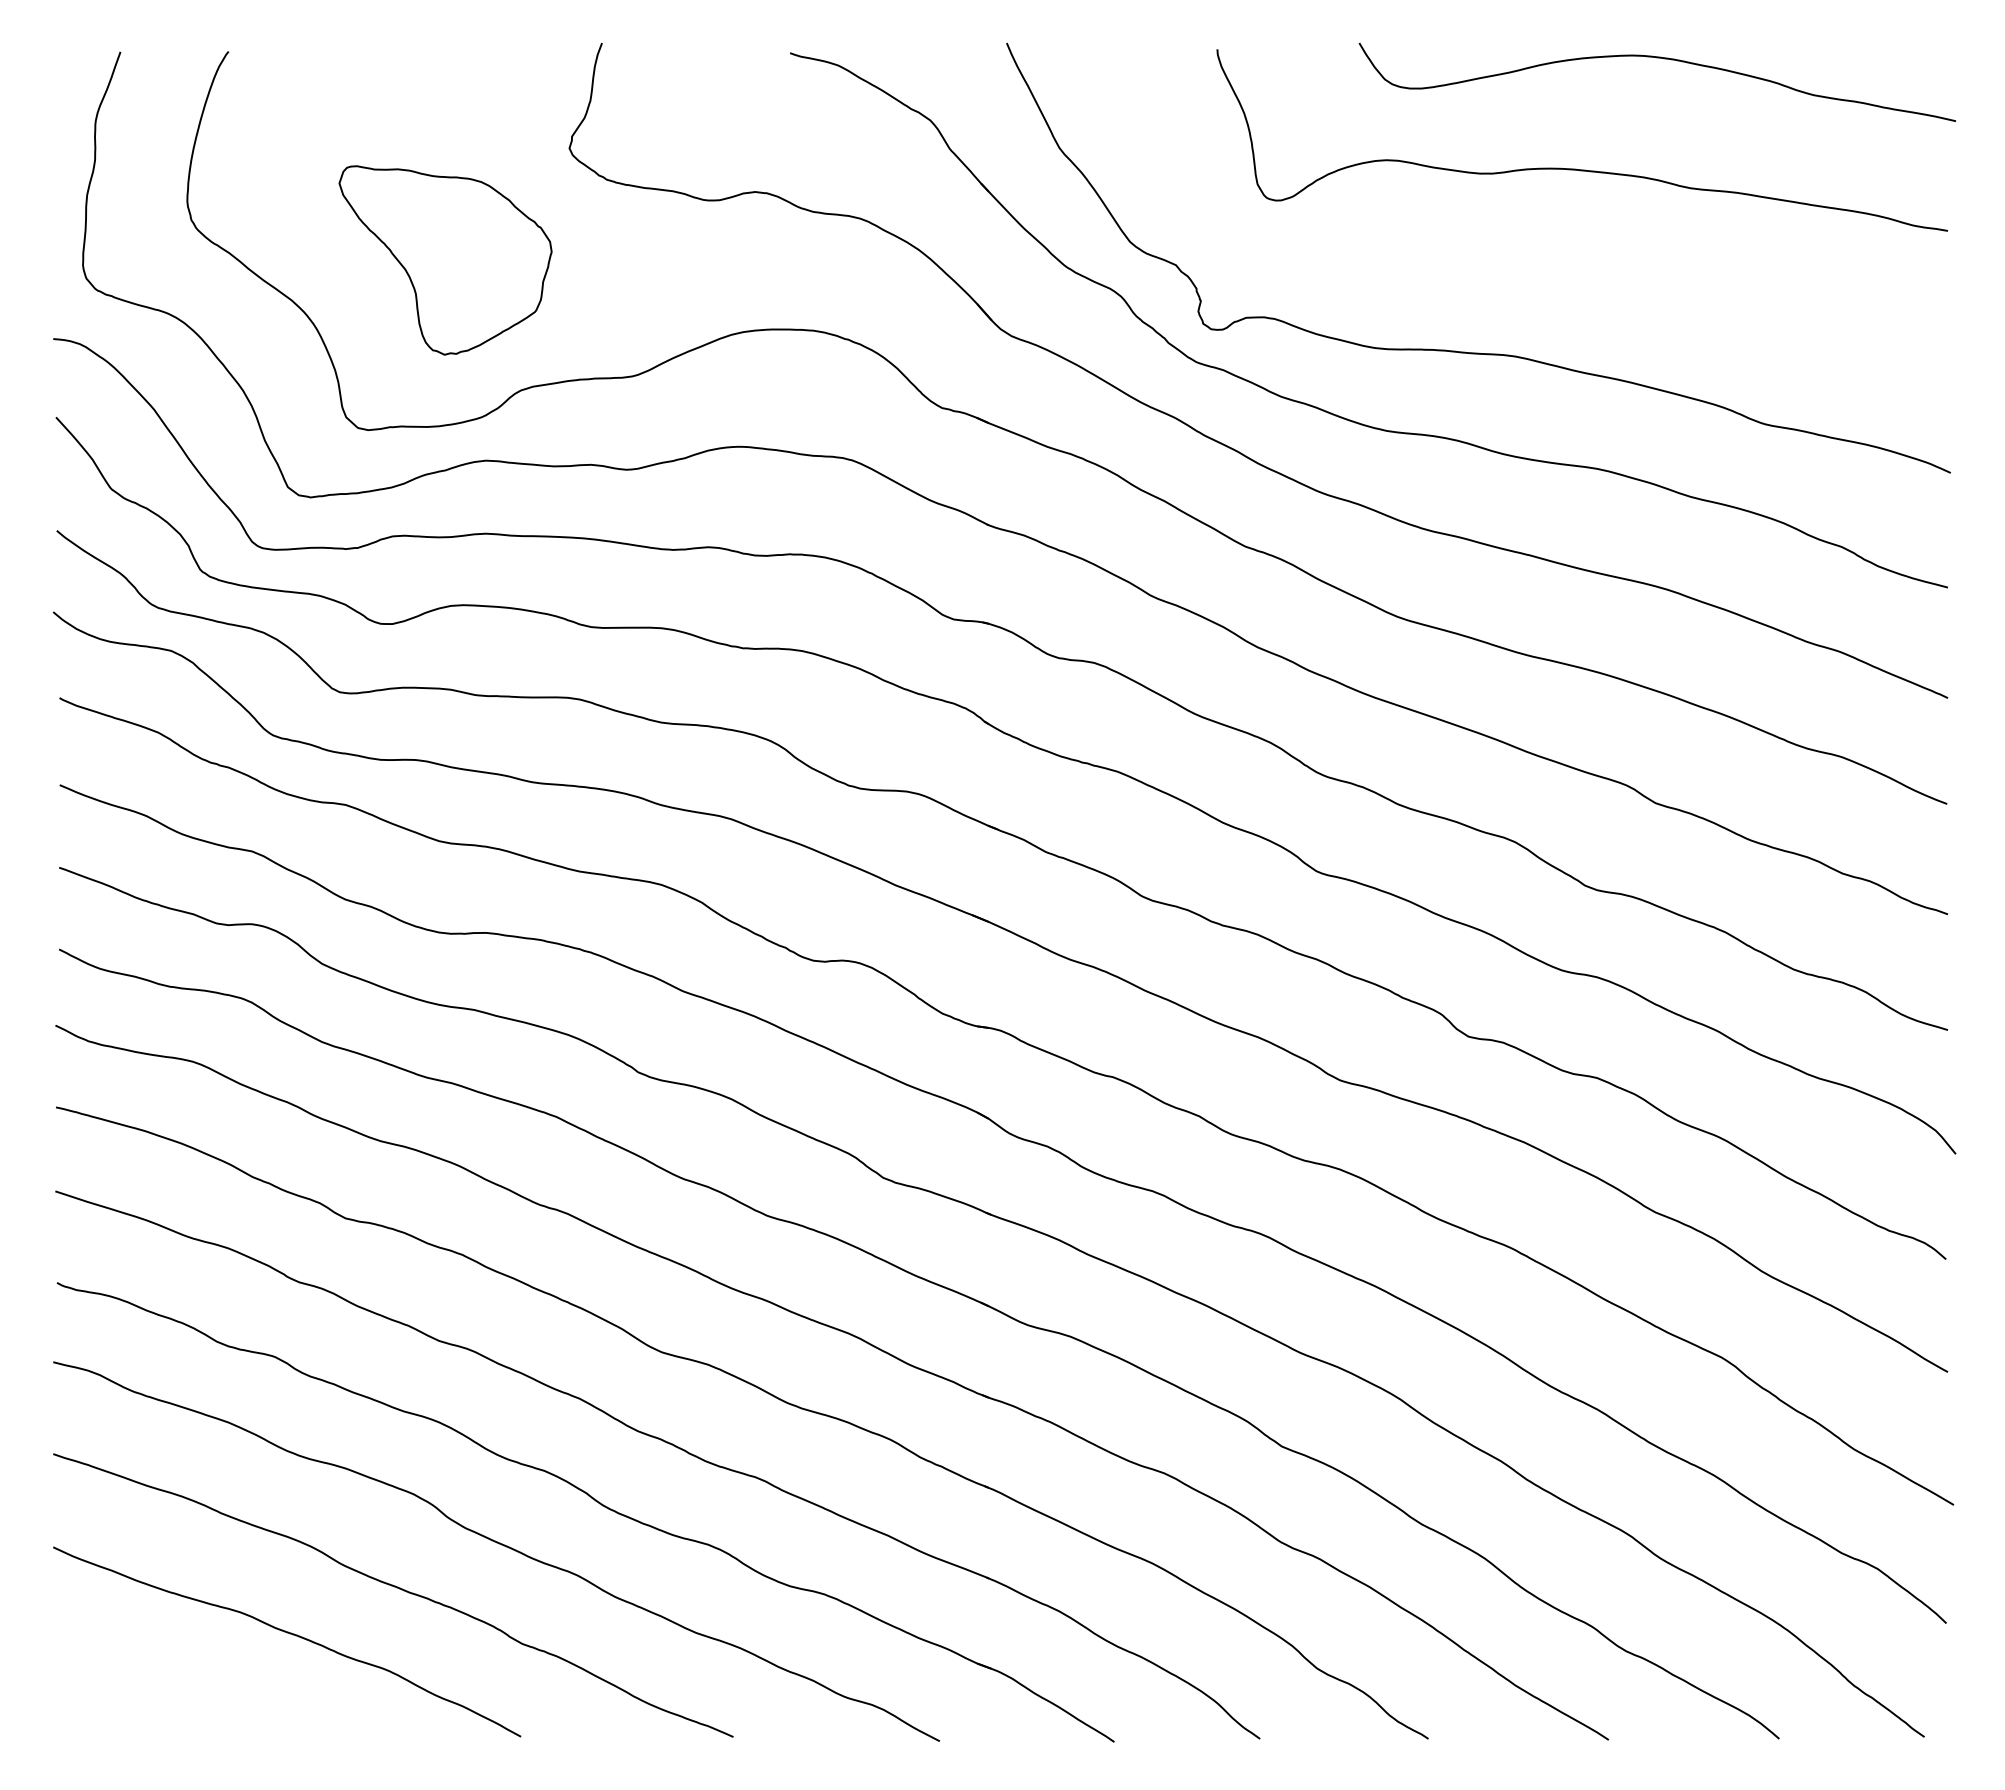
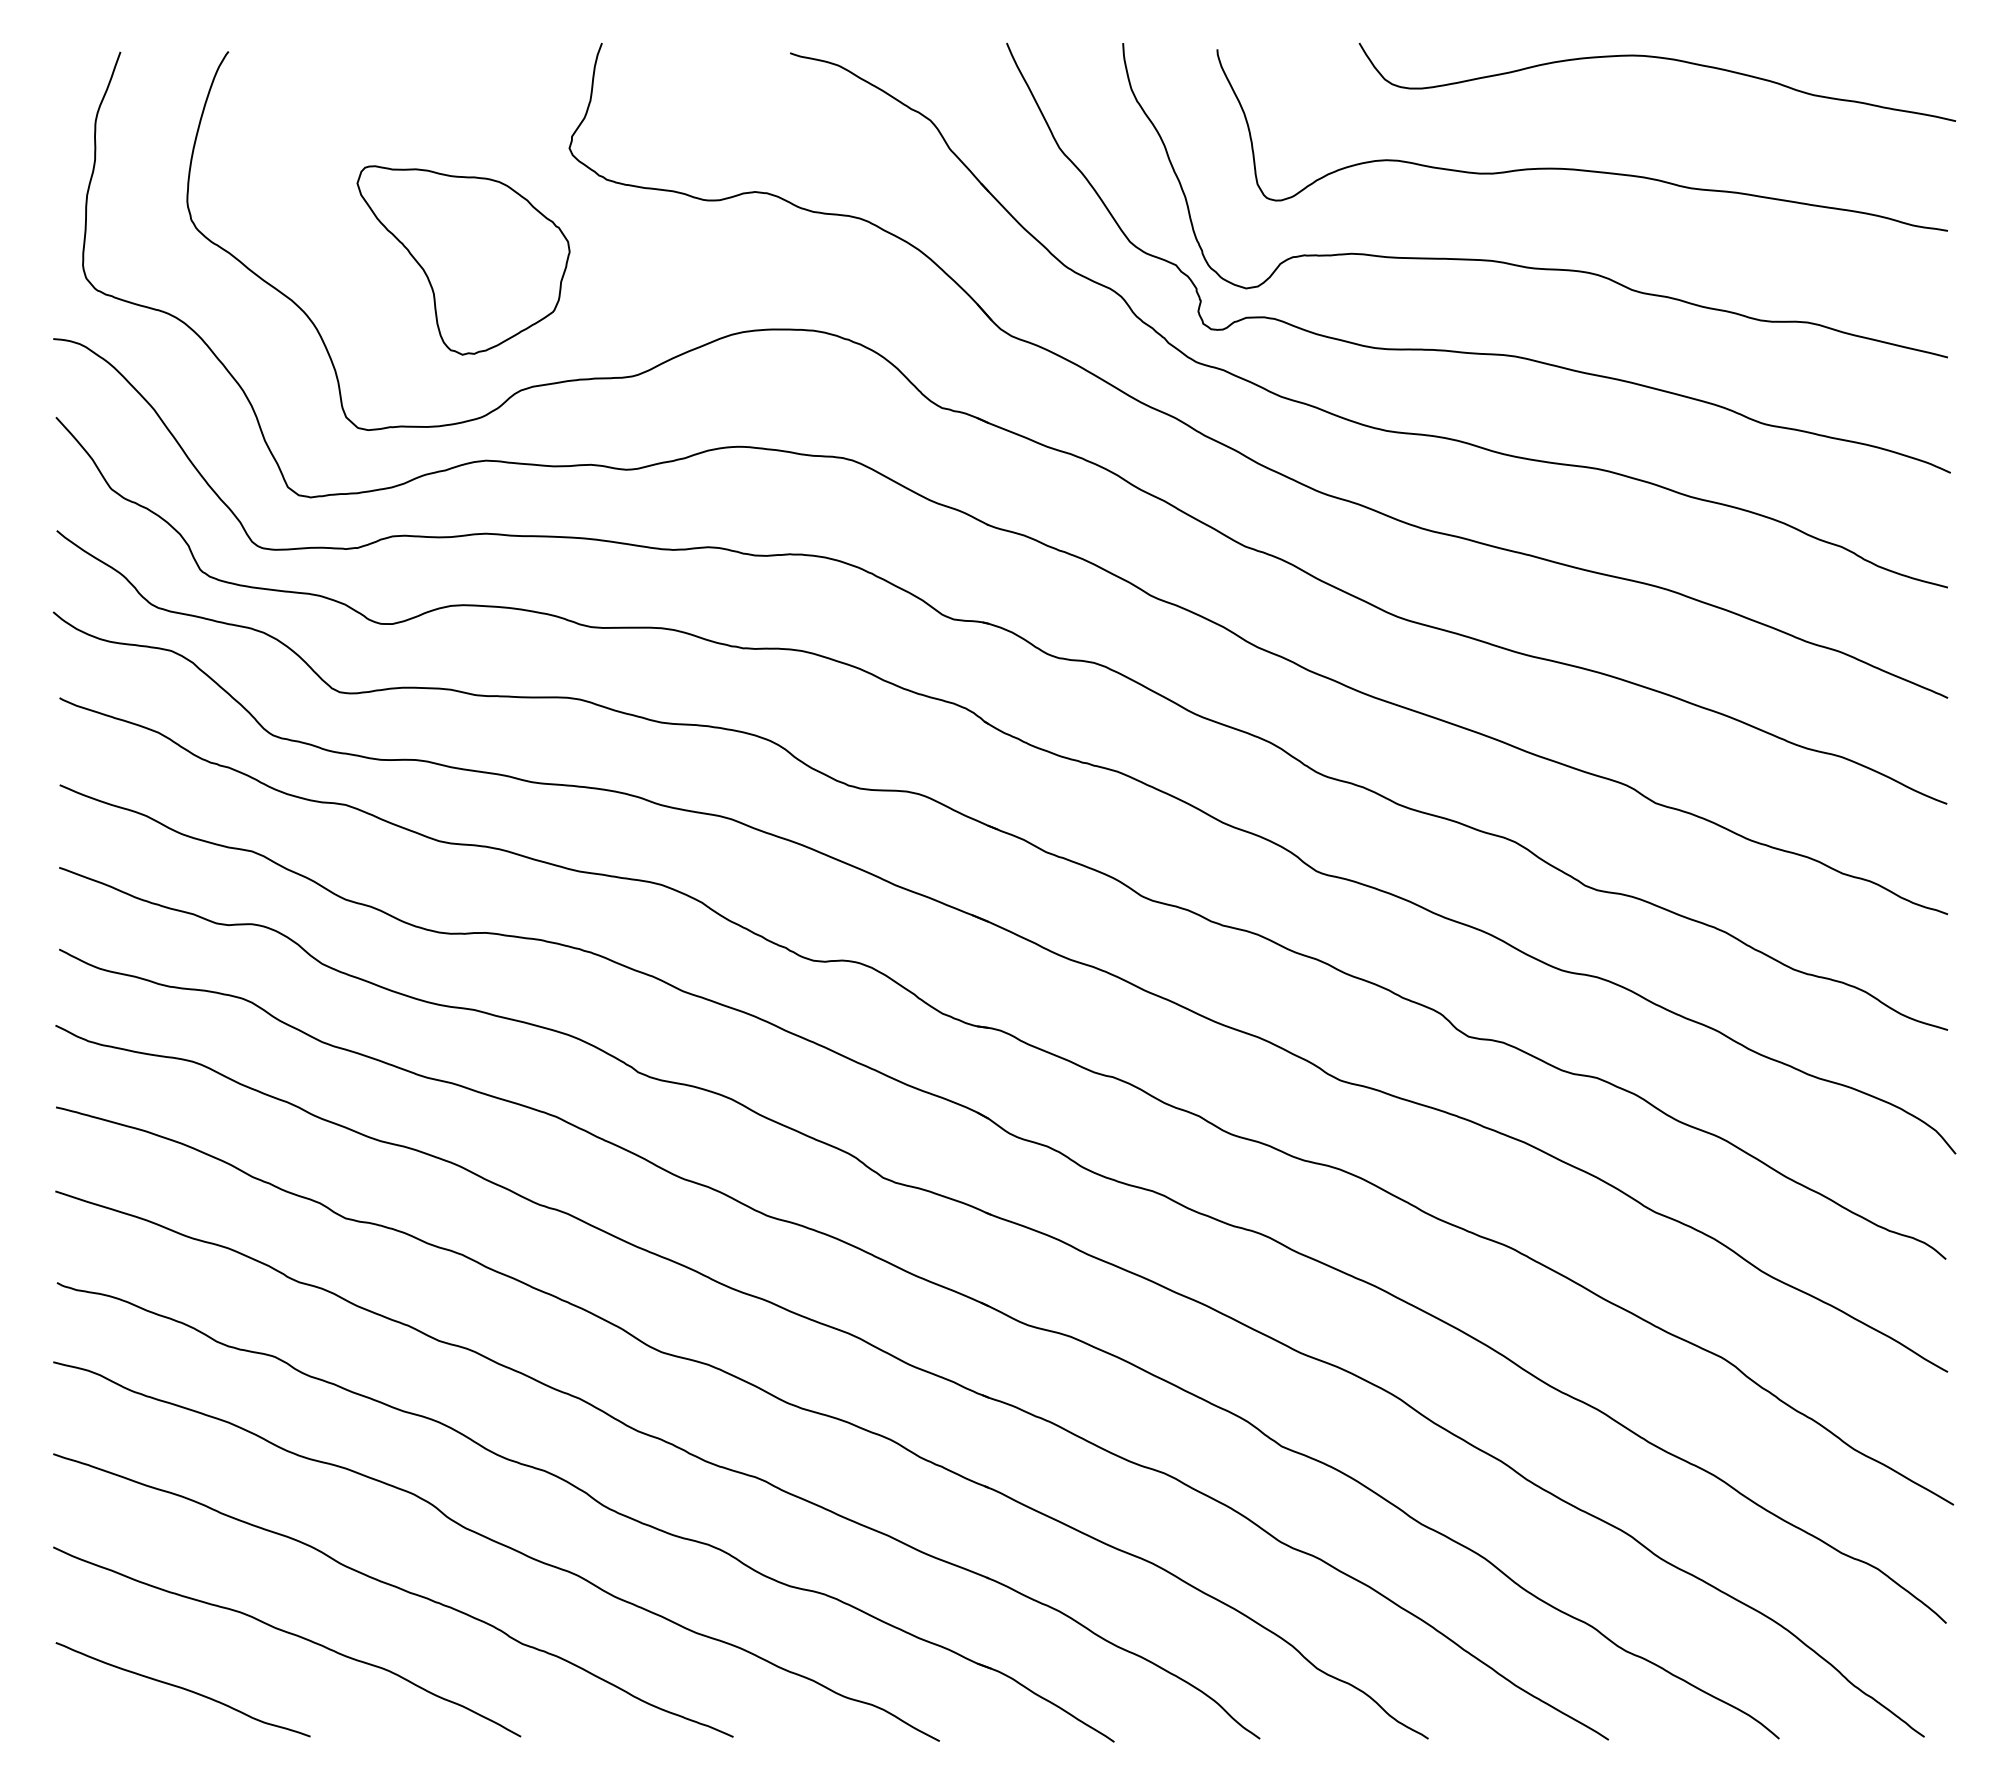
part at (445, 260) position: (445, 260) -> (463, 260)
curve at (1523, 265): none -> present
curve at (182, 1689): none -> present
